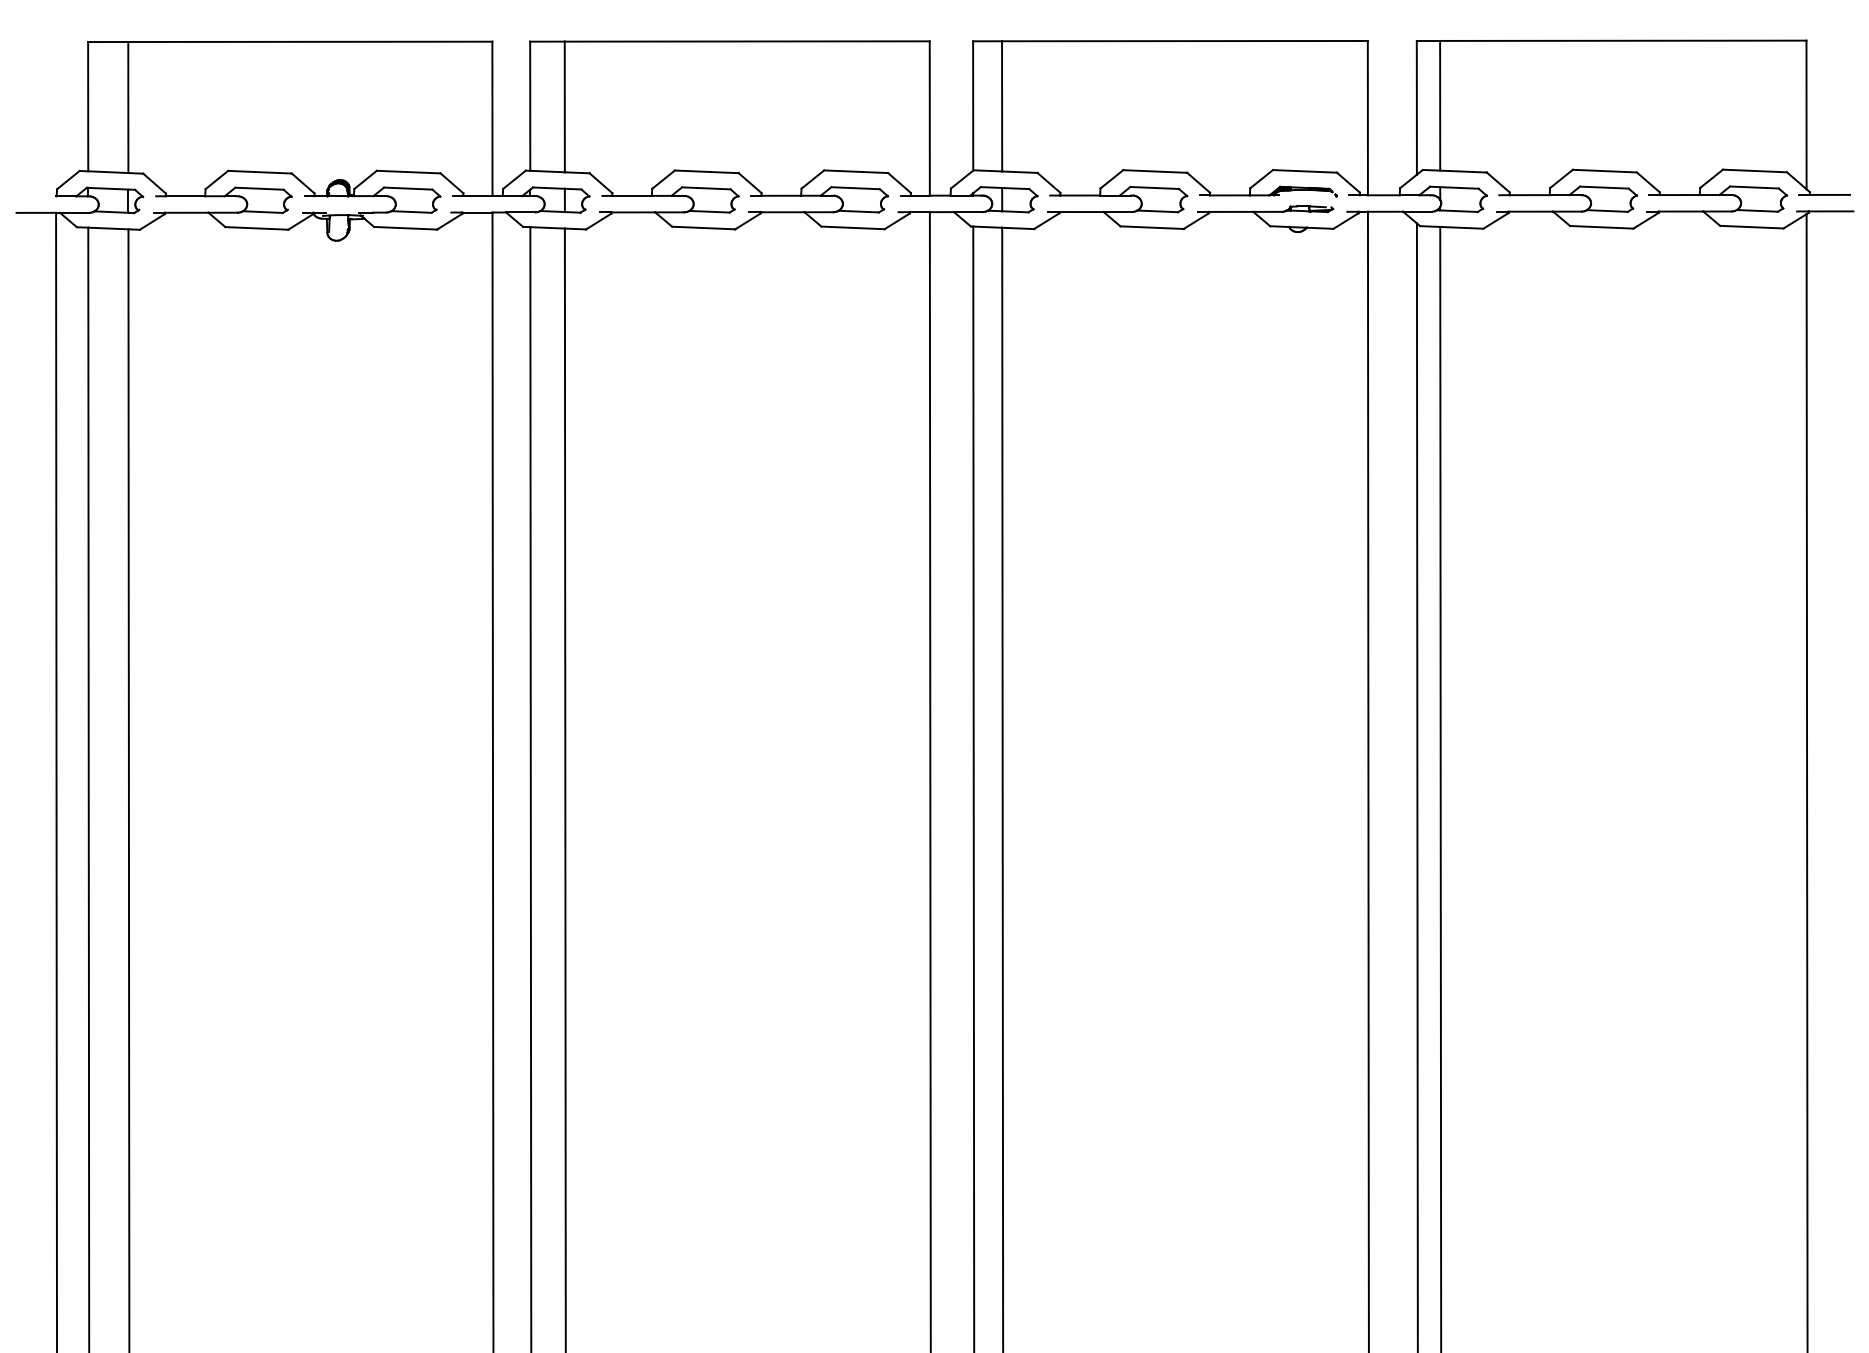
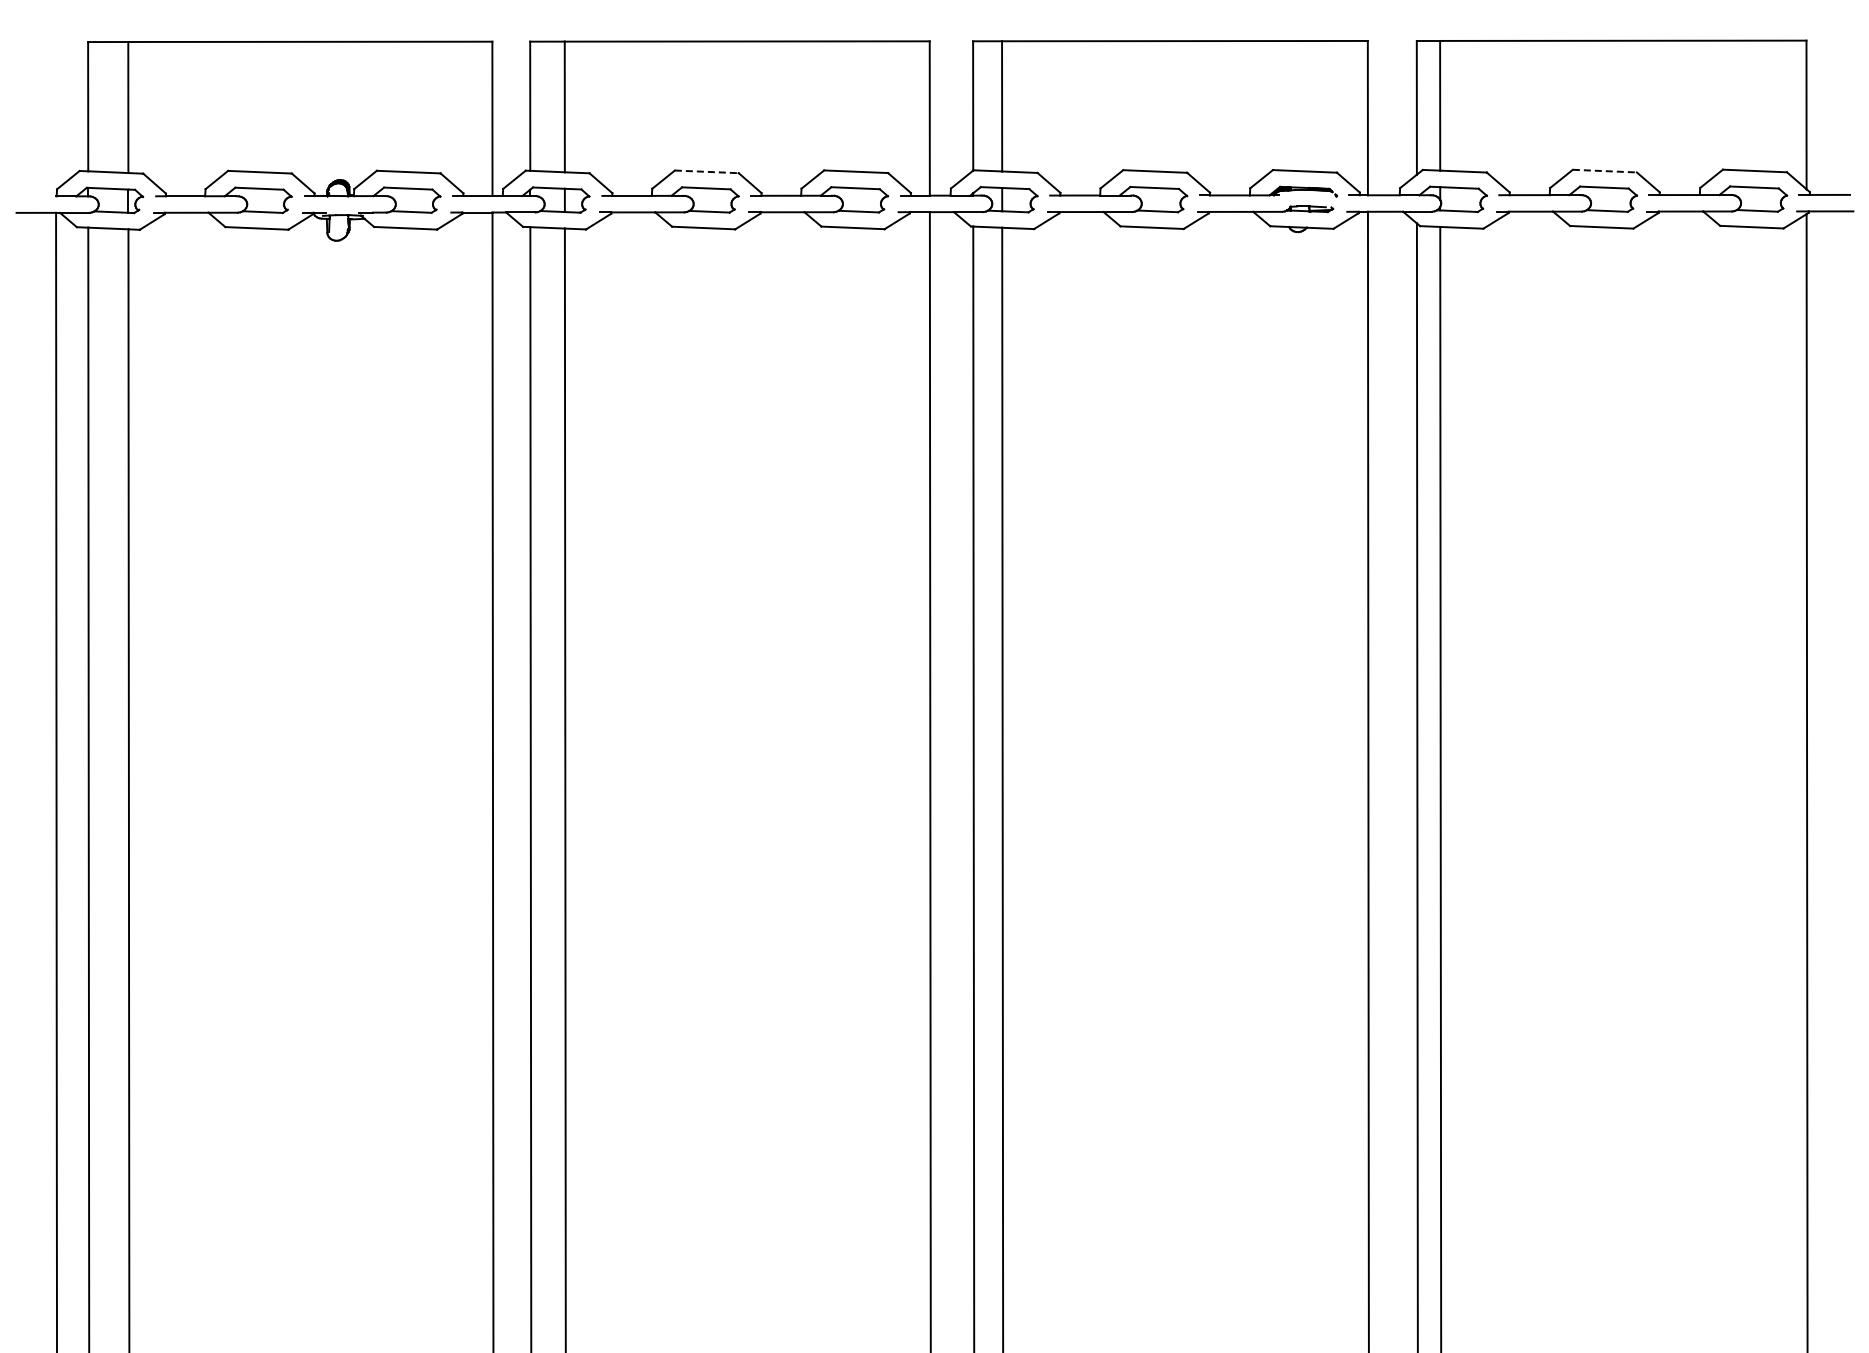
line at (706, 171): solid -> dashed
line at (1605, 171): solid -> dashed
